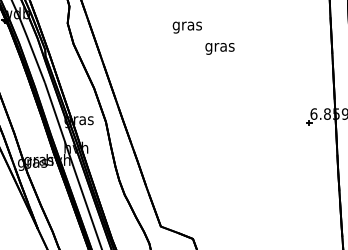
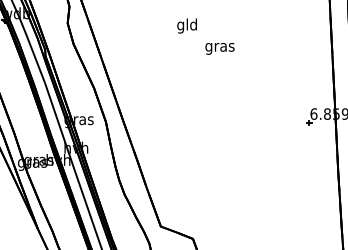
text at (186, 25): gras -> gld
